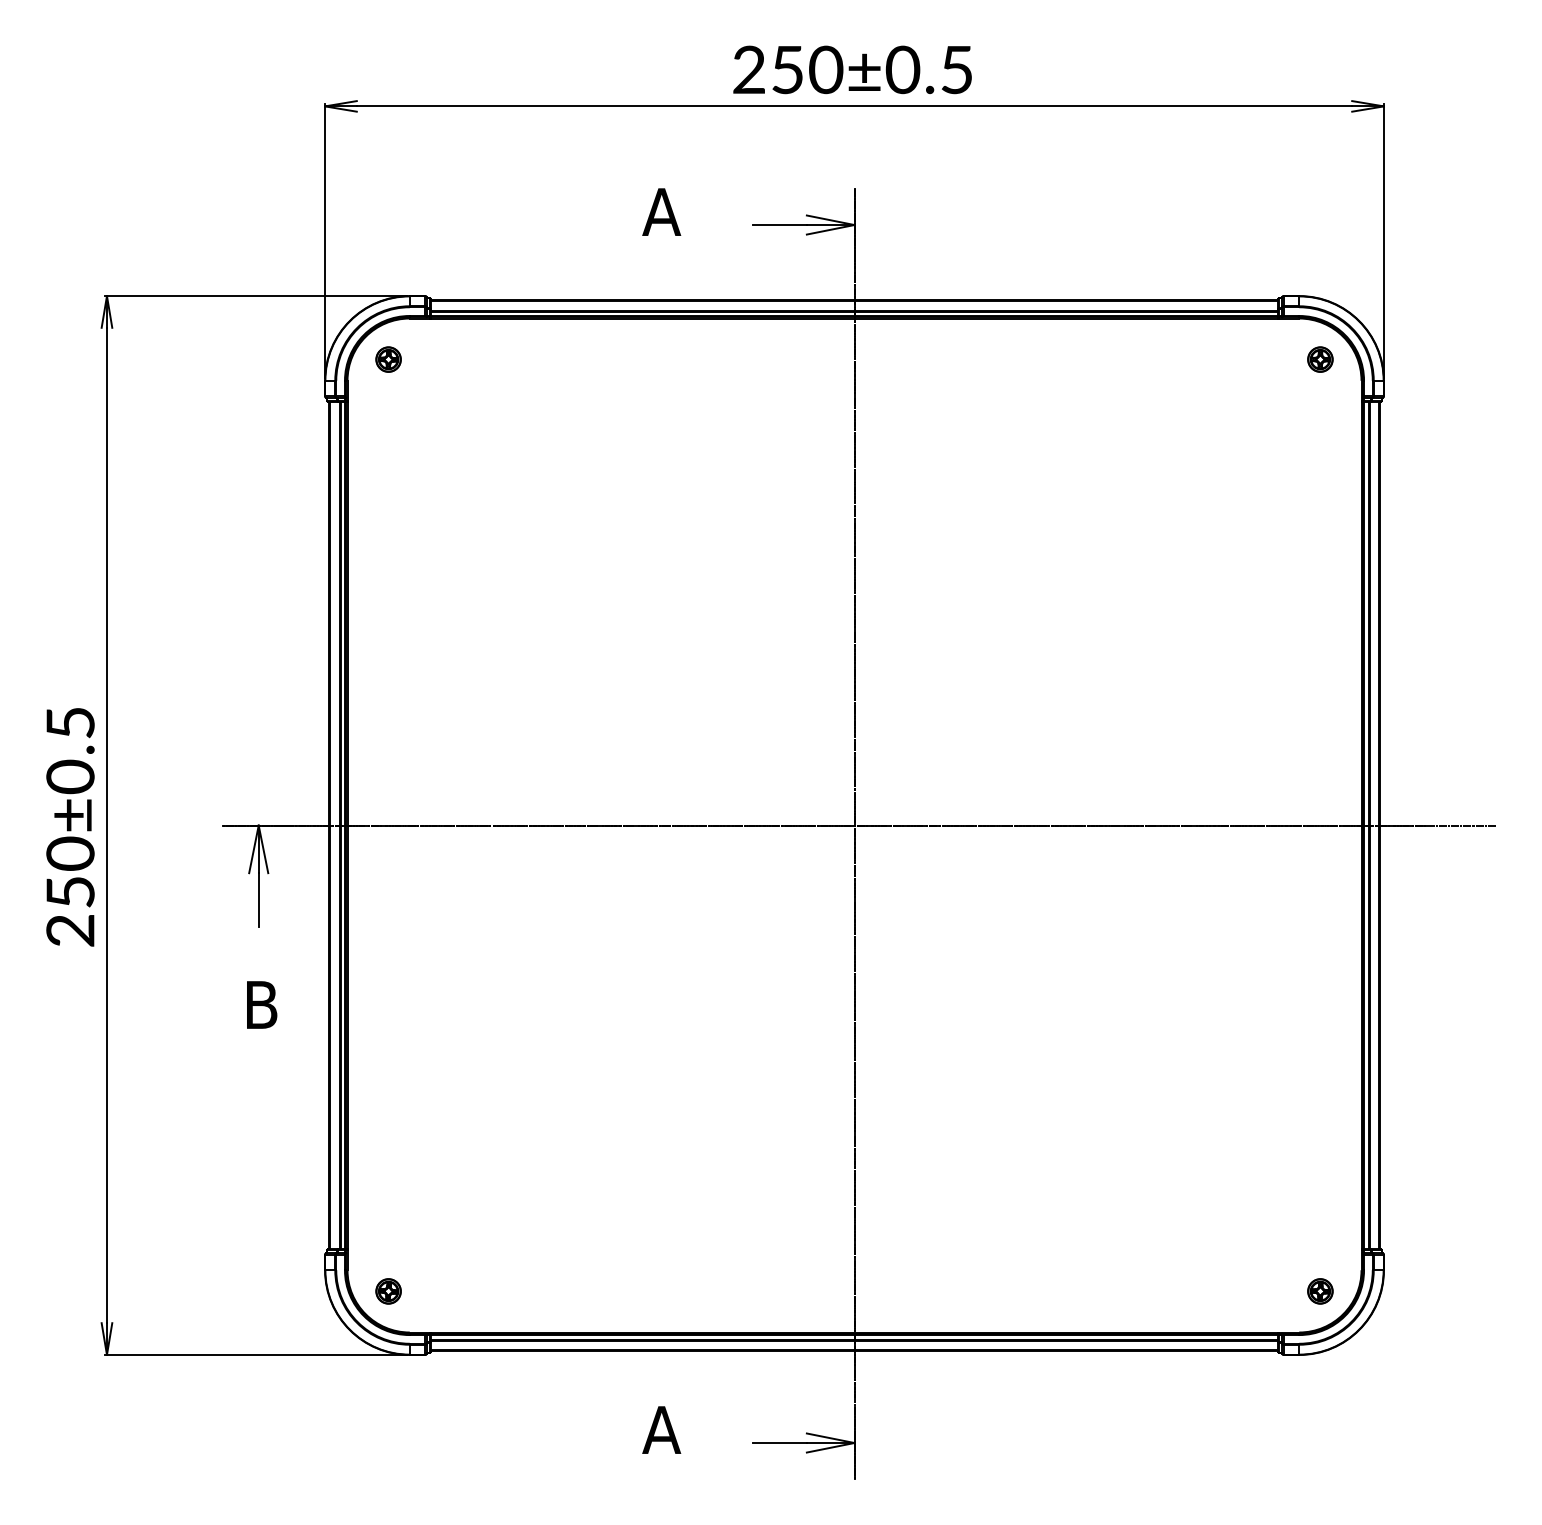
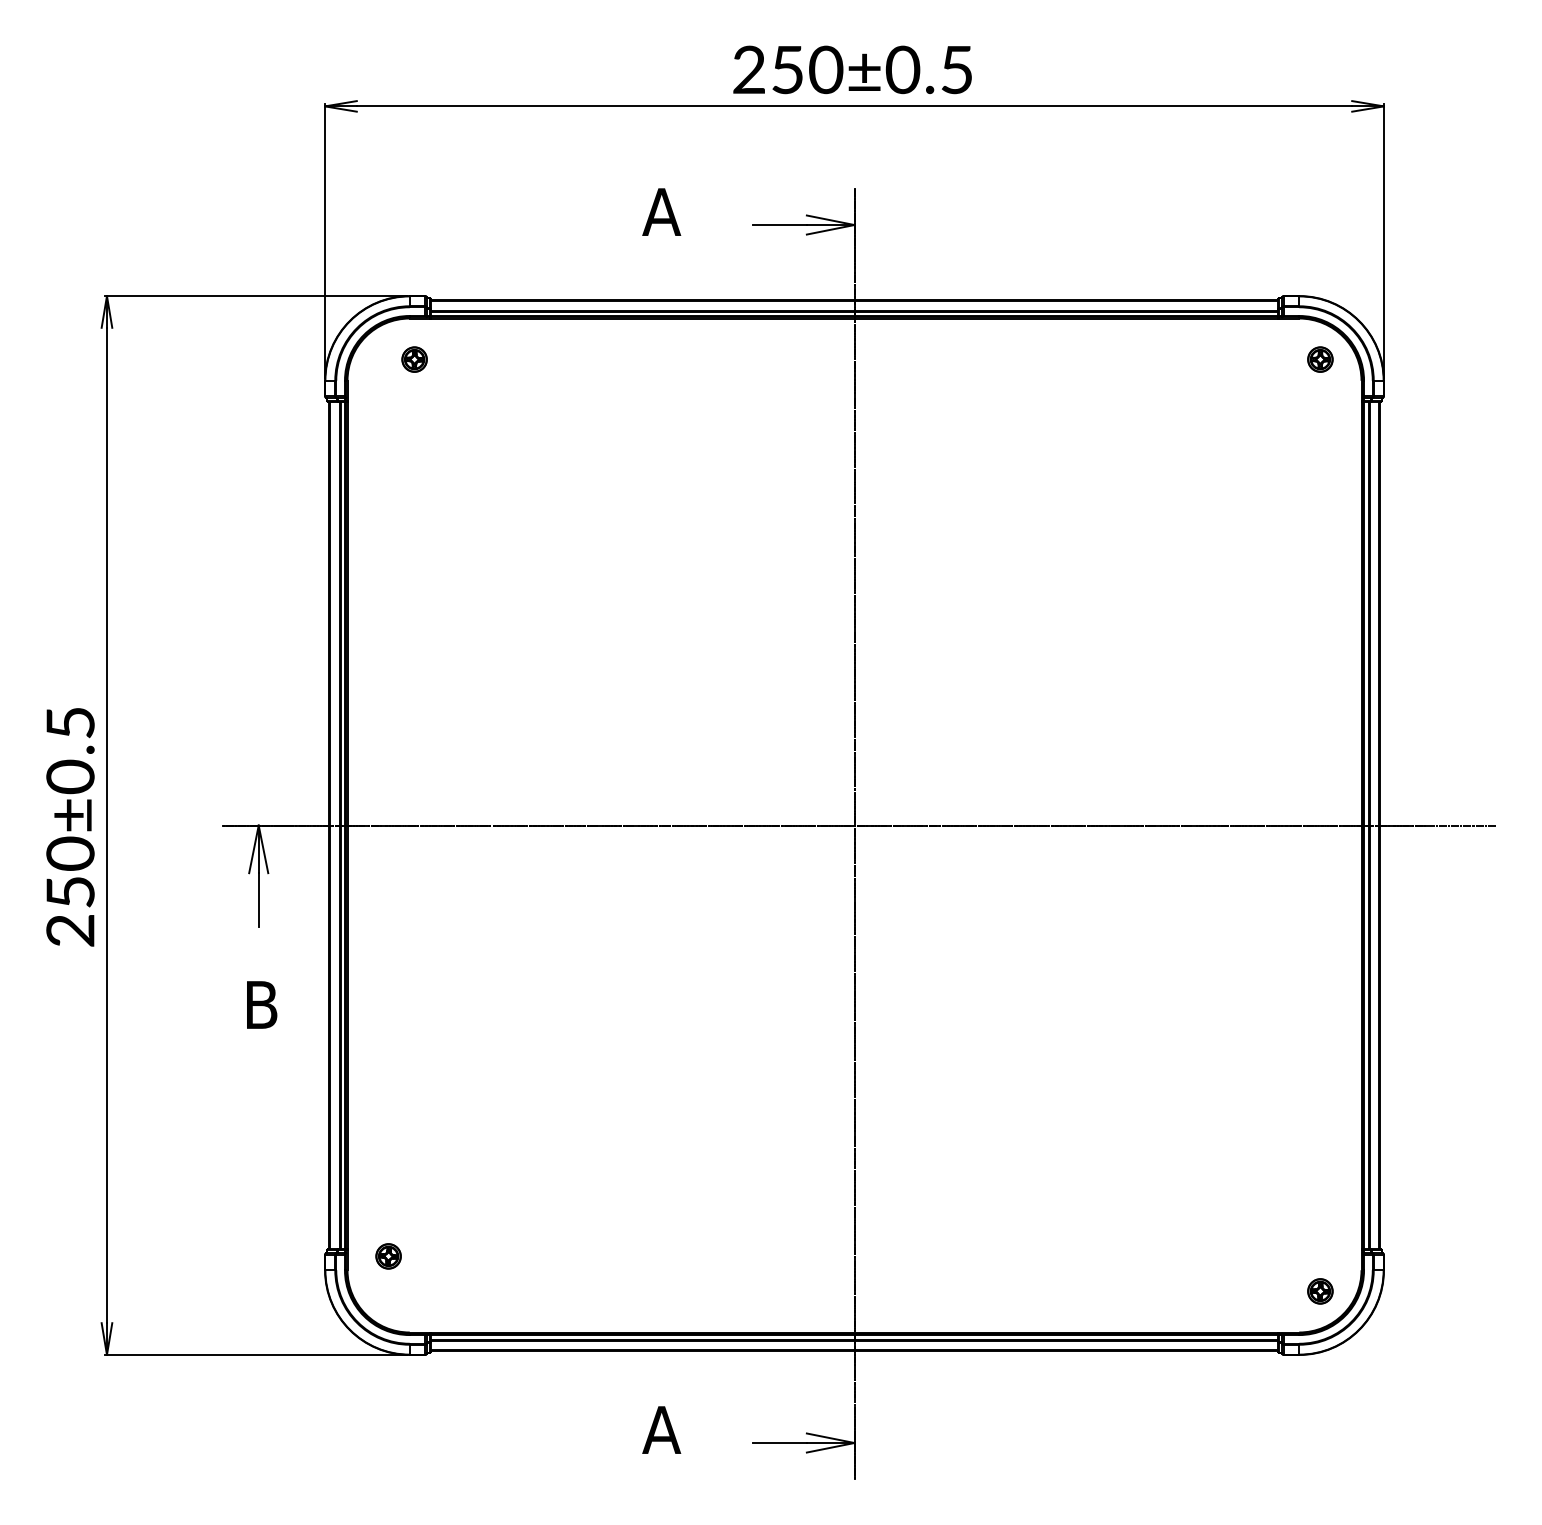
part at (388, 359) position: (388, 359) -> (414, 359)
part at (388, 1291) position: (388, 1291) -> (388, 1256)
